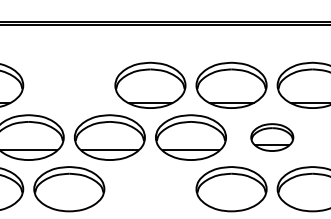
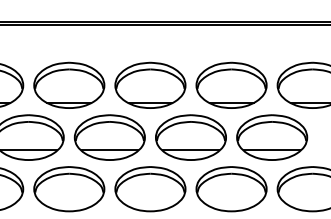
part at (69, 84): none -> present
part at (272, 137) size: 45x29 px -> 73x47 px
part at (150, 189): none -> present
